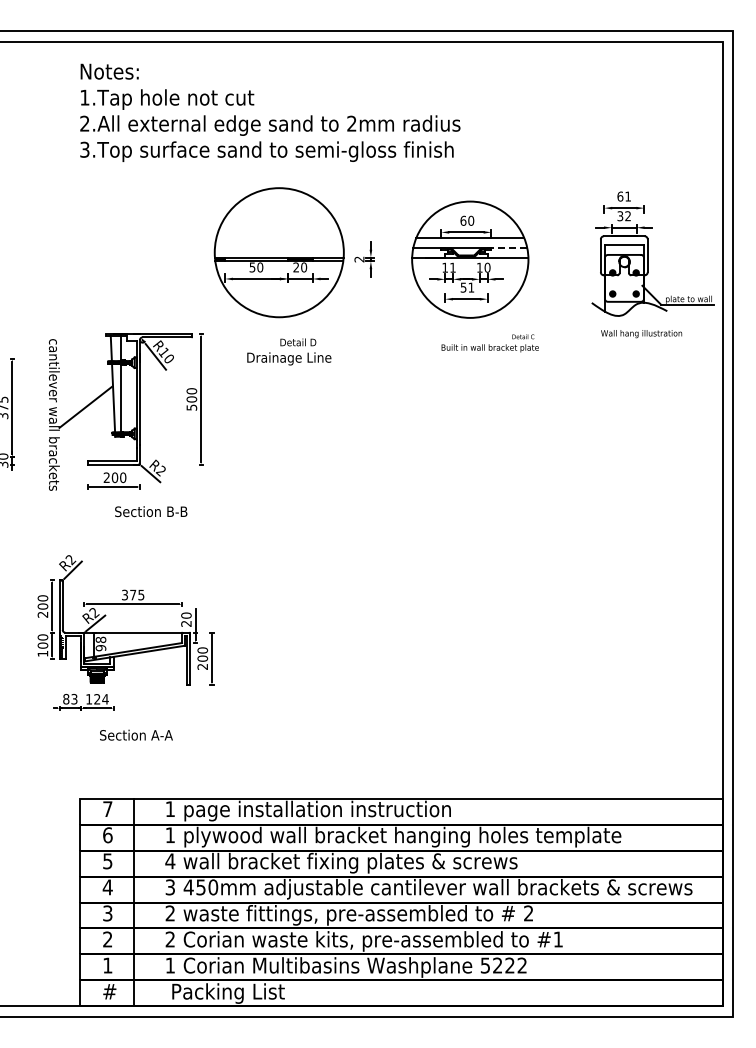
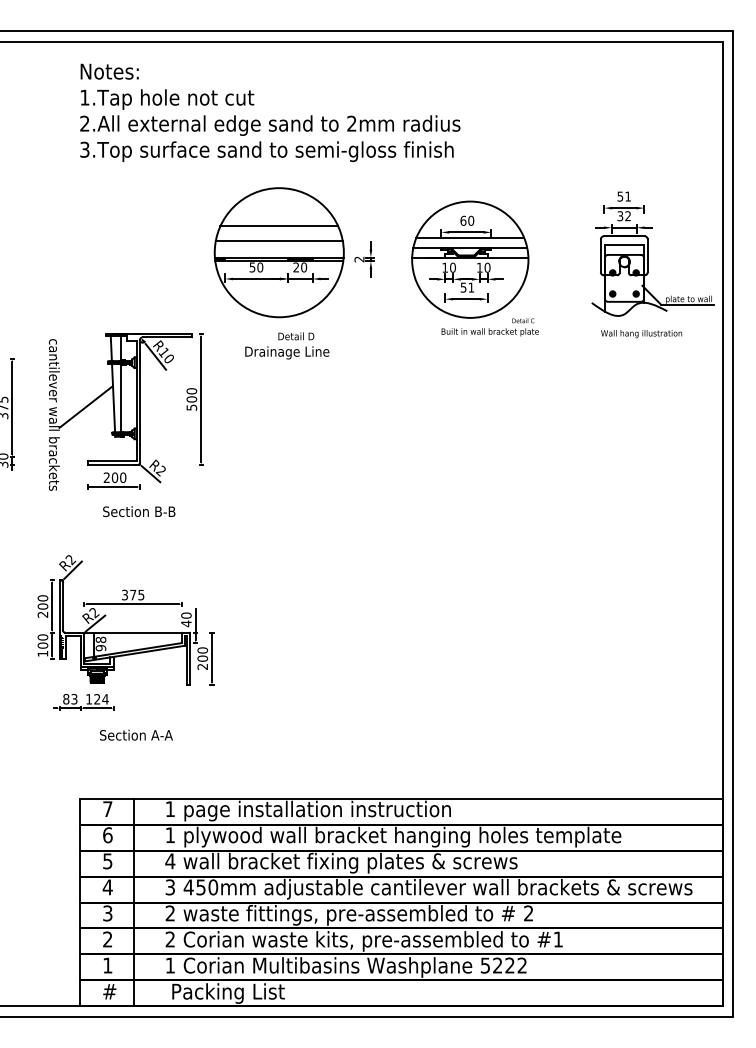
text at (620, 196): 61 -> 51
line at (279, 226): none -> present
line at (278, 241): none -> present
line at (509, 248): dashed -> solid
text at (452, 267): 11 -> 10
text at (489, 343) position: (489, 343) -> (489, 327)
text at (289, 351) position: (289, 351) -> (287, 345)
text at (151, 511) position: (151, 511) -> (139, 511)
text at (186, 623): 20 -> 40
